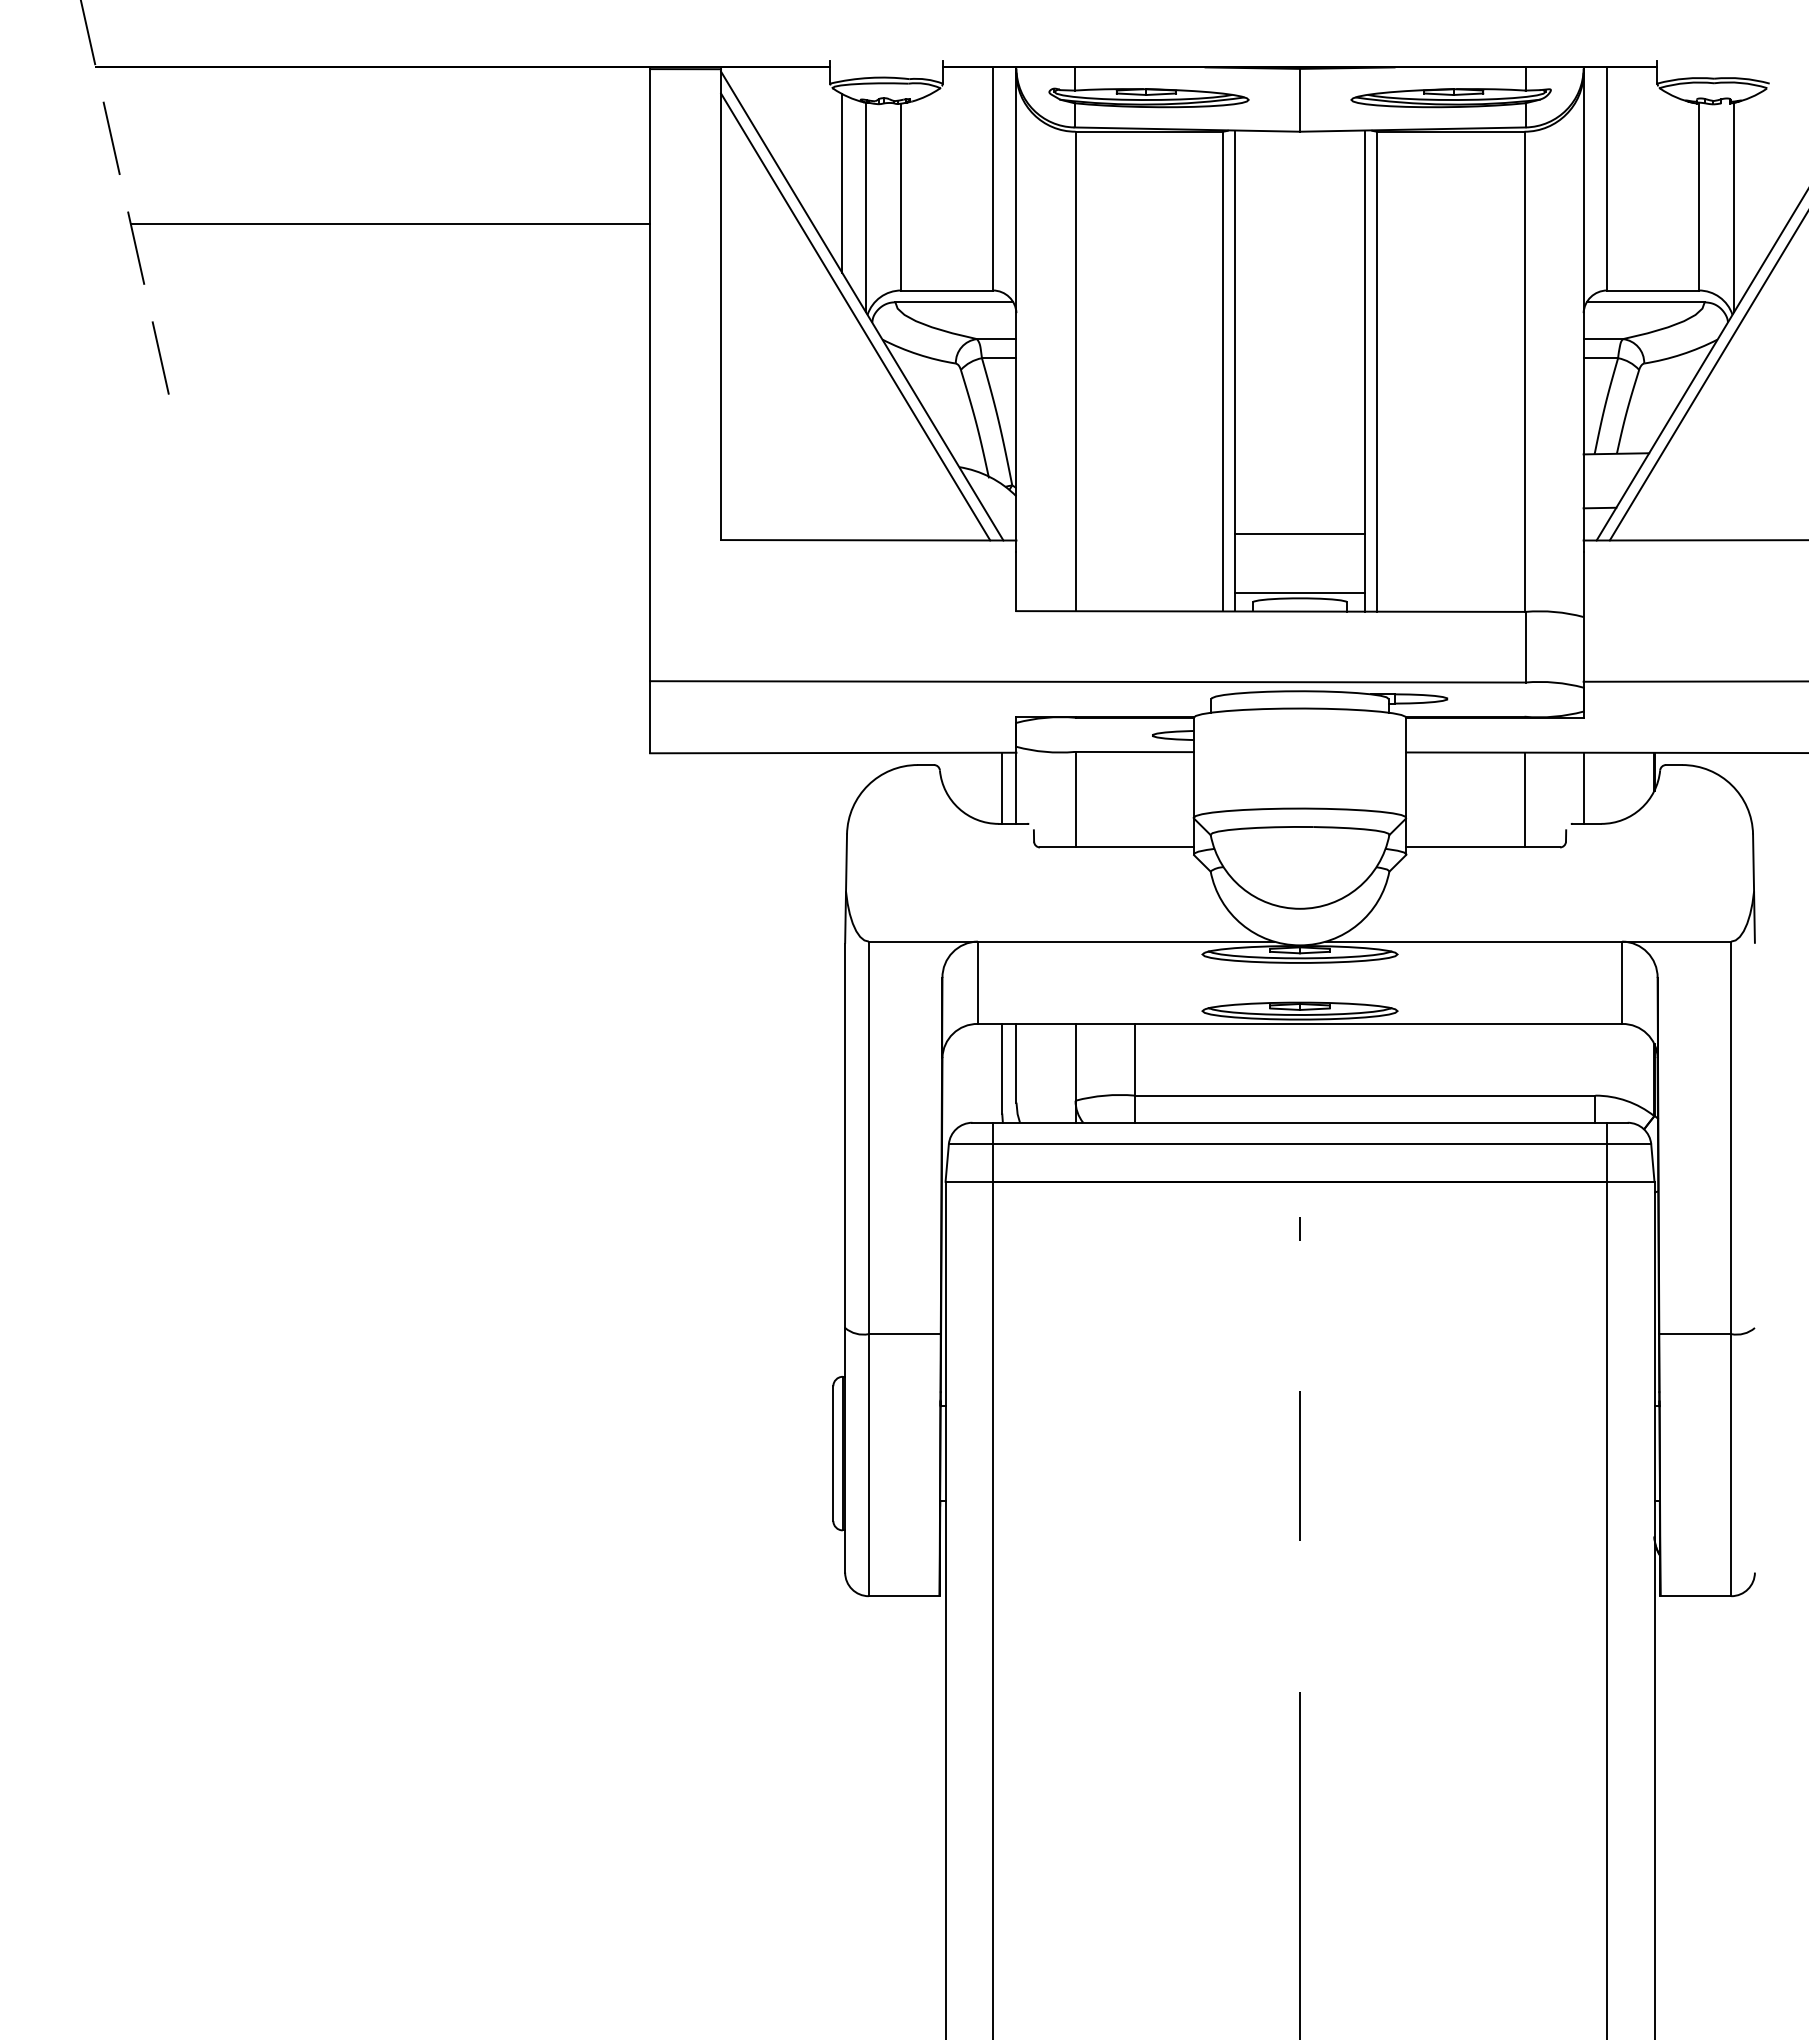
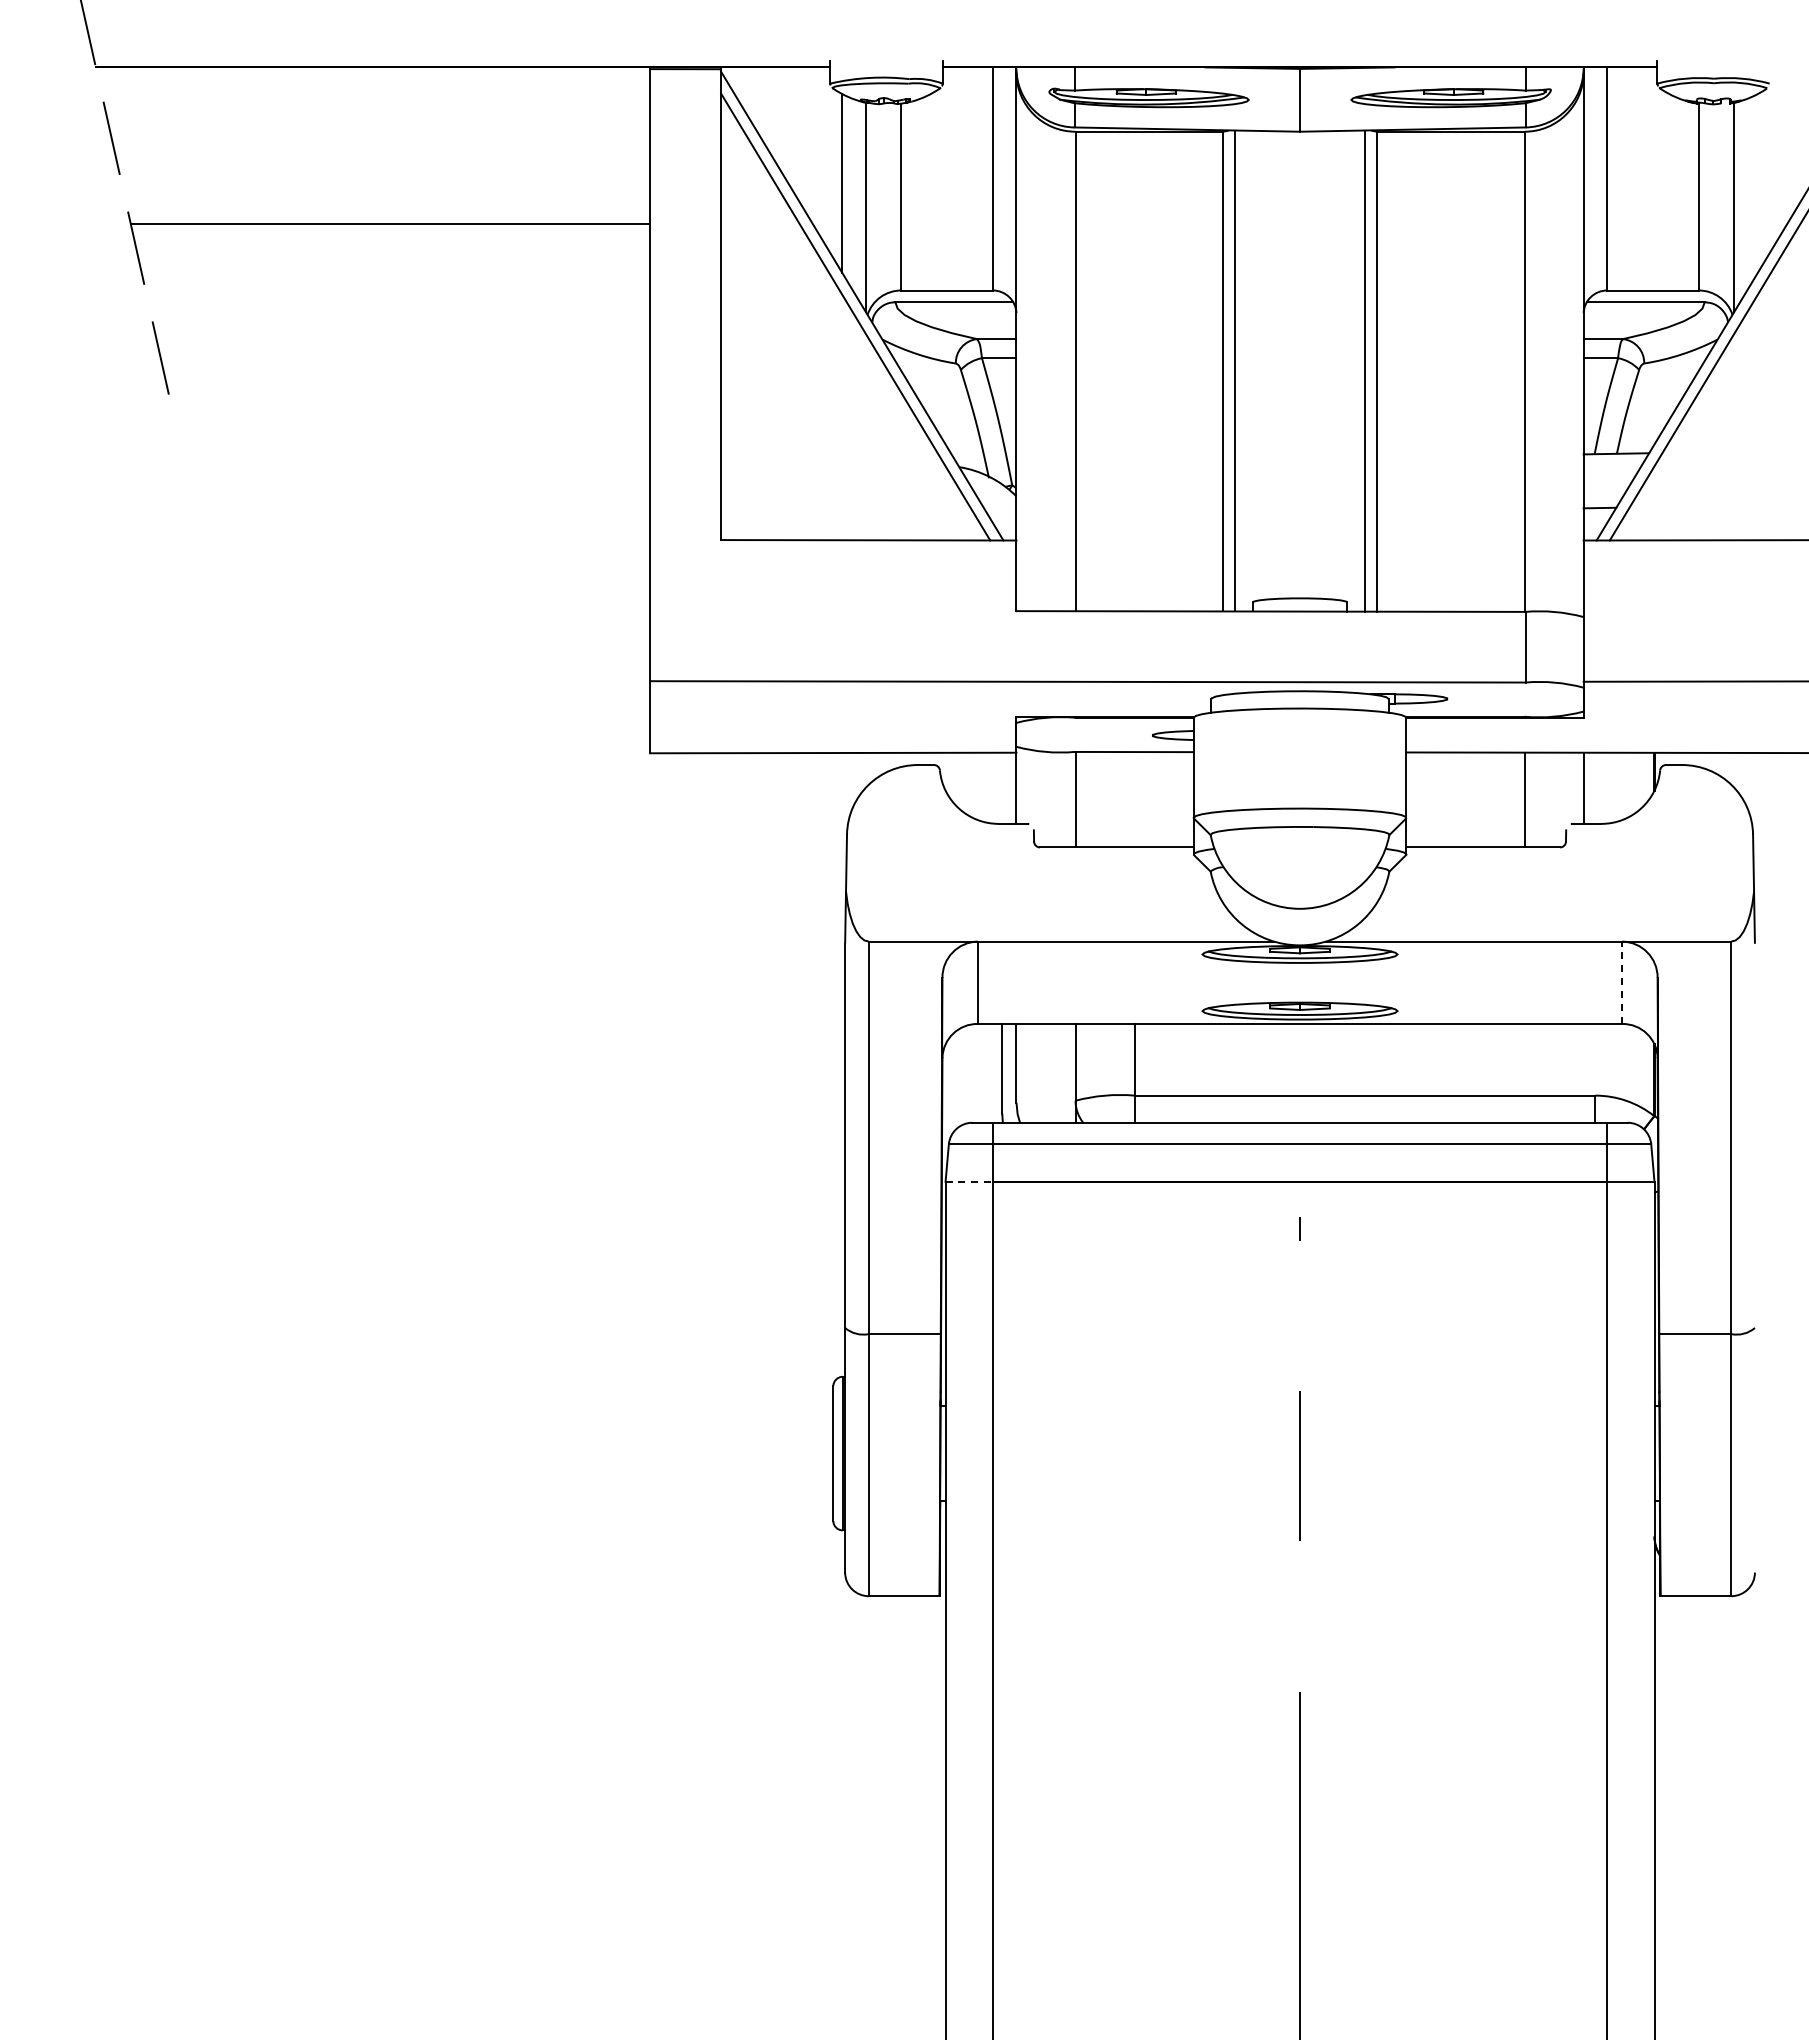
line at (1300, 533): present -> none
line at (1300, 592): present -> none
line at (1002, 787): present -> none
line at (1622, 982): solid -> dashed
line at (969, 1181): solid -> dashed
